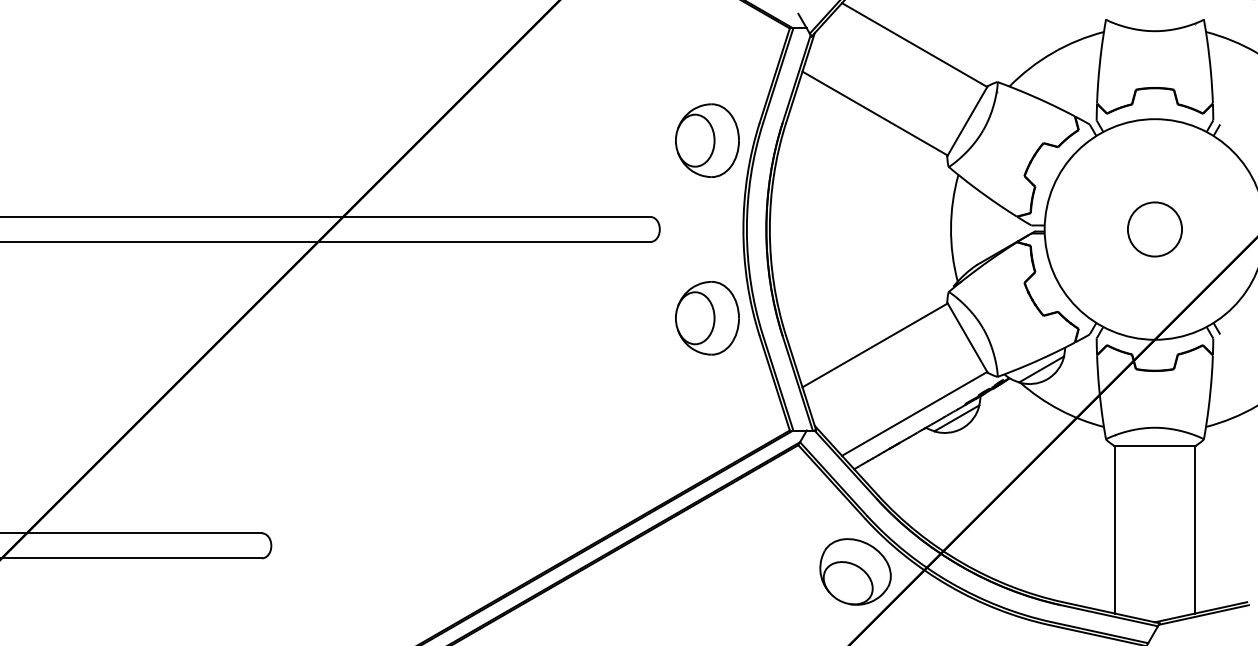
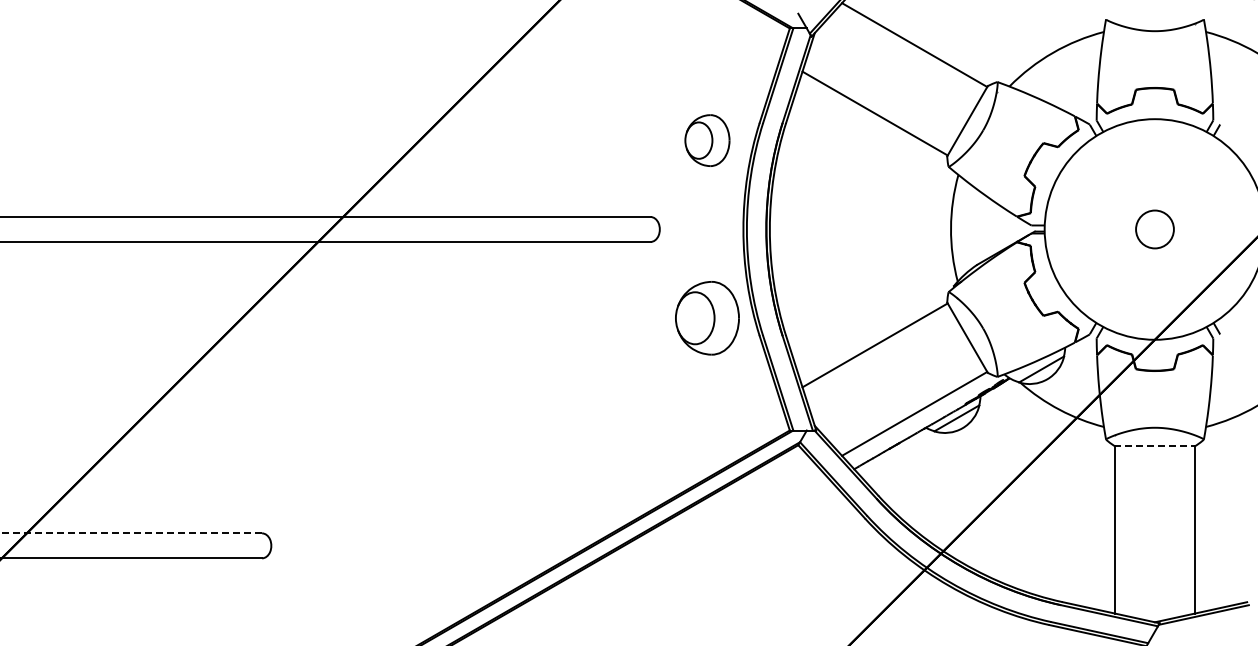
part at (707, 140) size: 65x75 px -> 47x53 px
circle at (1154, 229) diameter: 54 px -> 38 px
line at (1154, 445): solid -> dashed
line at (131, 533): solid -> dashed
part at (855, 571): present -> none
